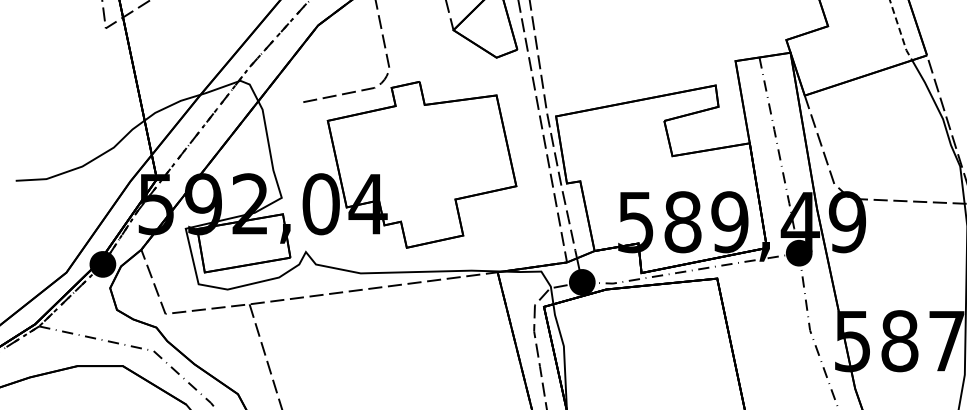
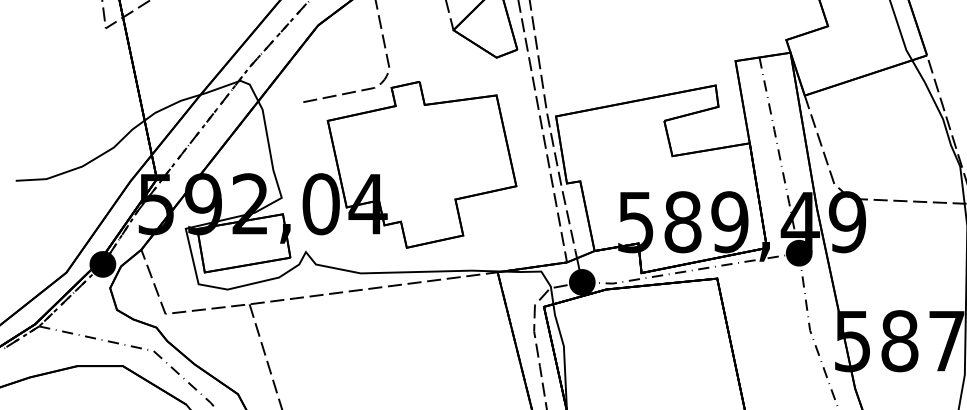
line at (900, 31): dashed -> solid
